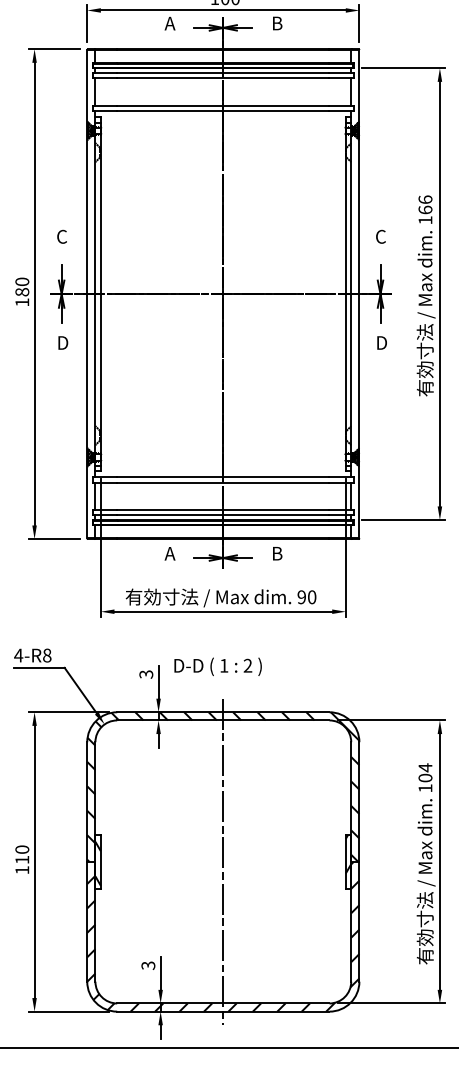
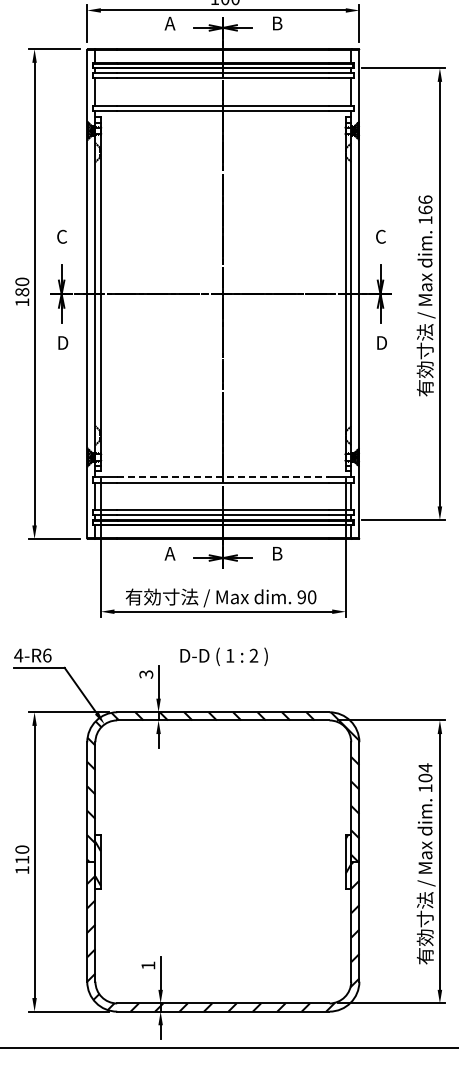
line at (223, 477): solid -> dashed
text at (47, 655): 4-R8 -> 4-R6
text at (217, 666) position: (217, 666) -> (223, 656)
line at (223, 861): present -> none
text at (148, 965): 3 -> 1
